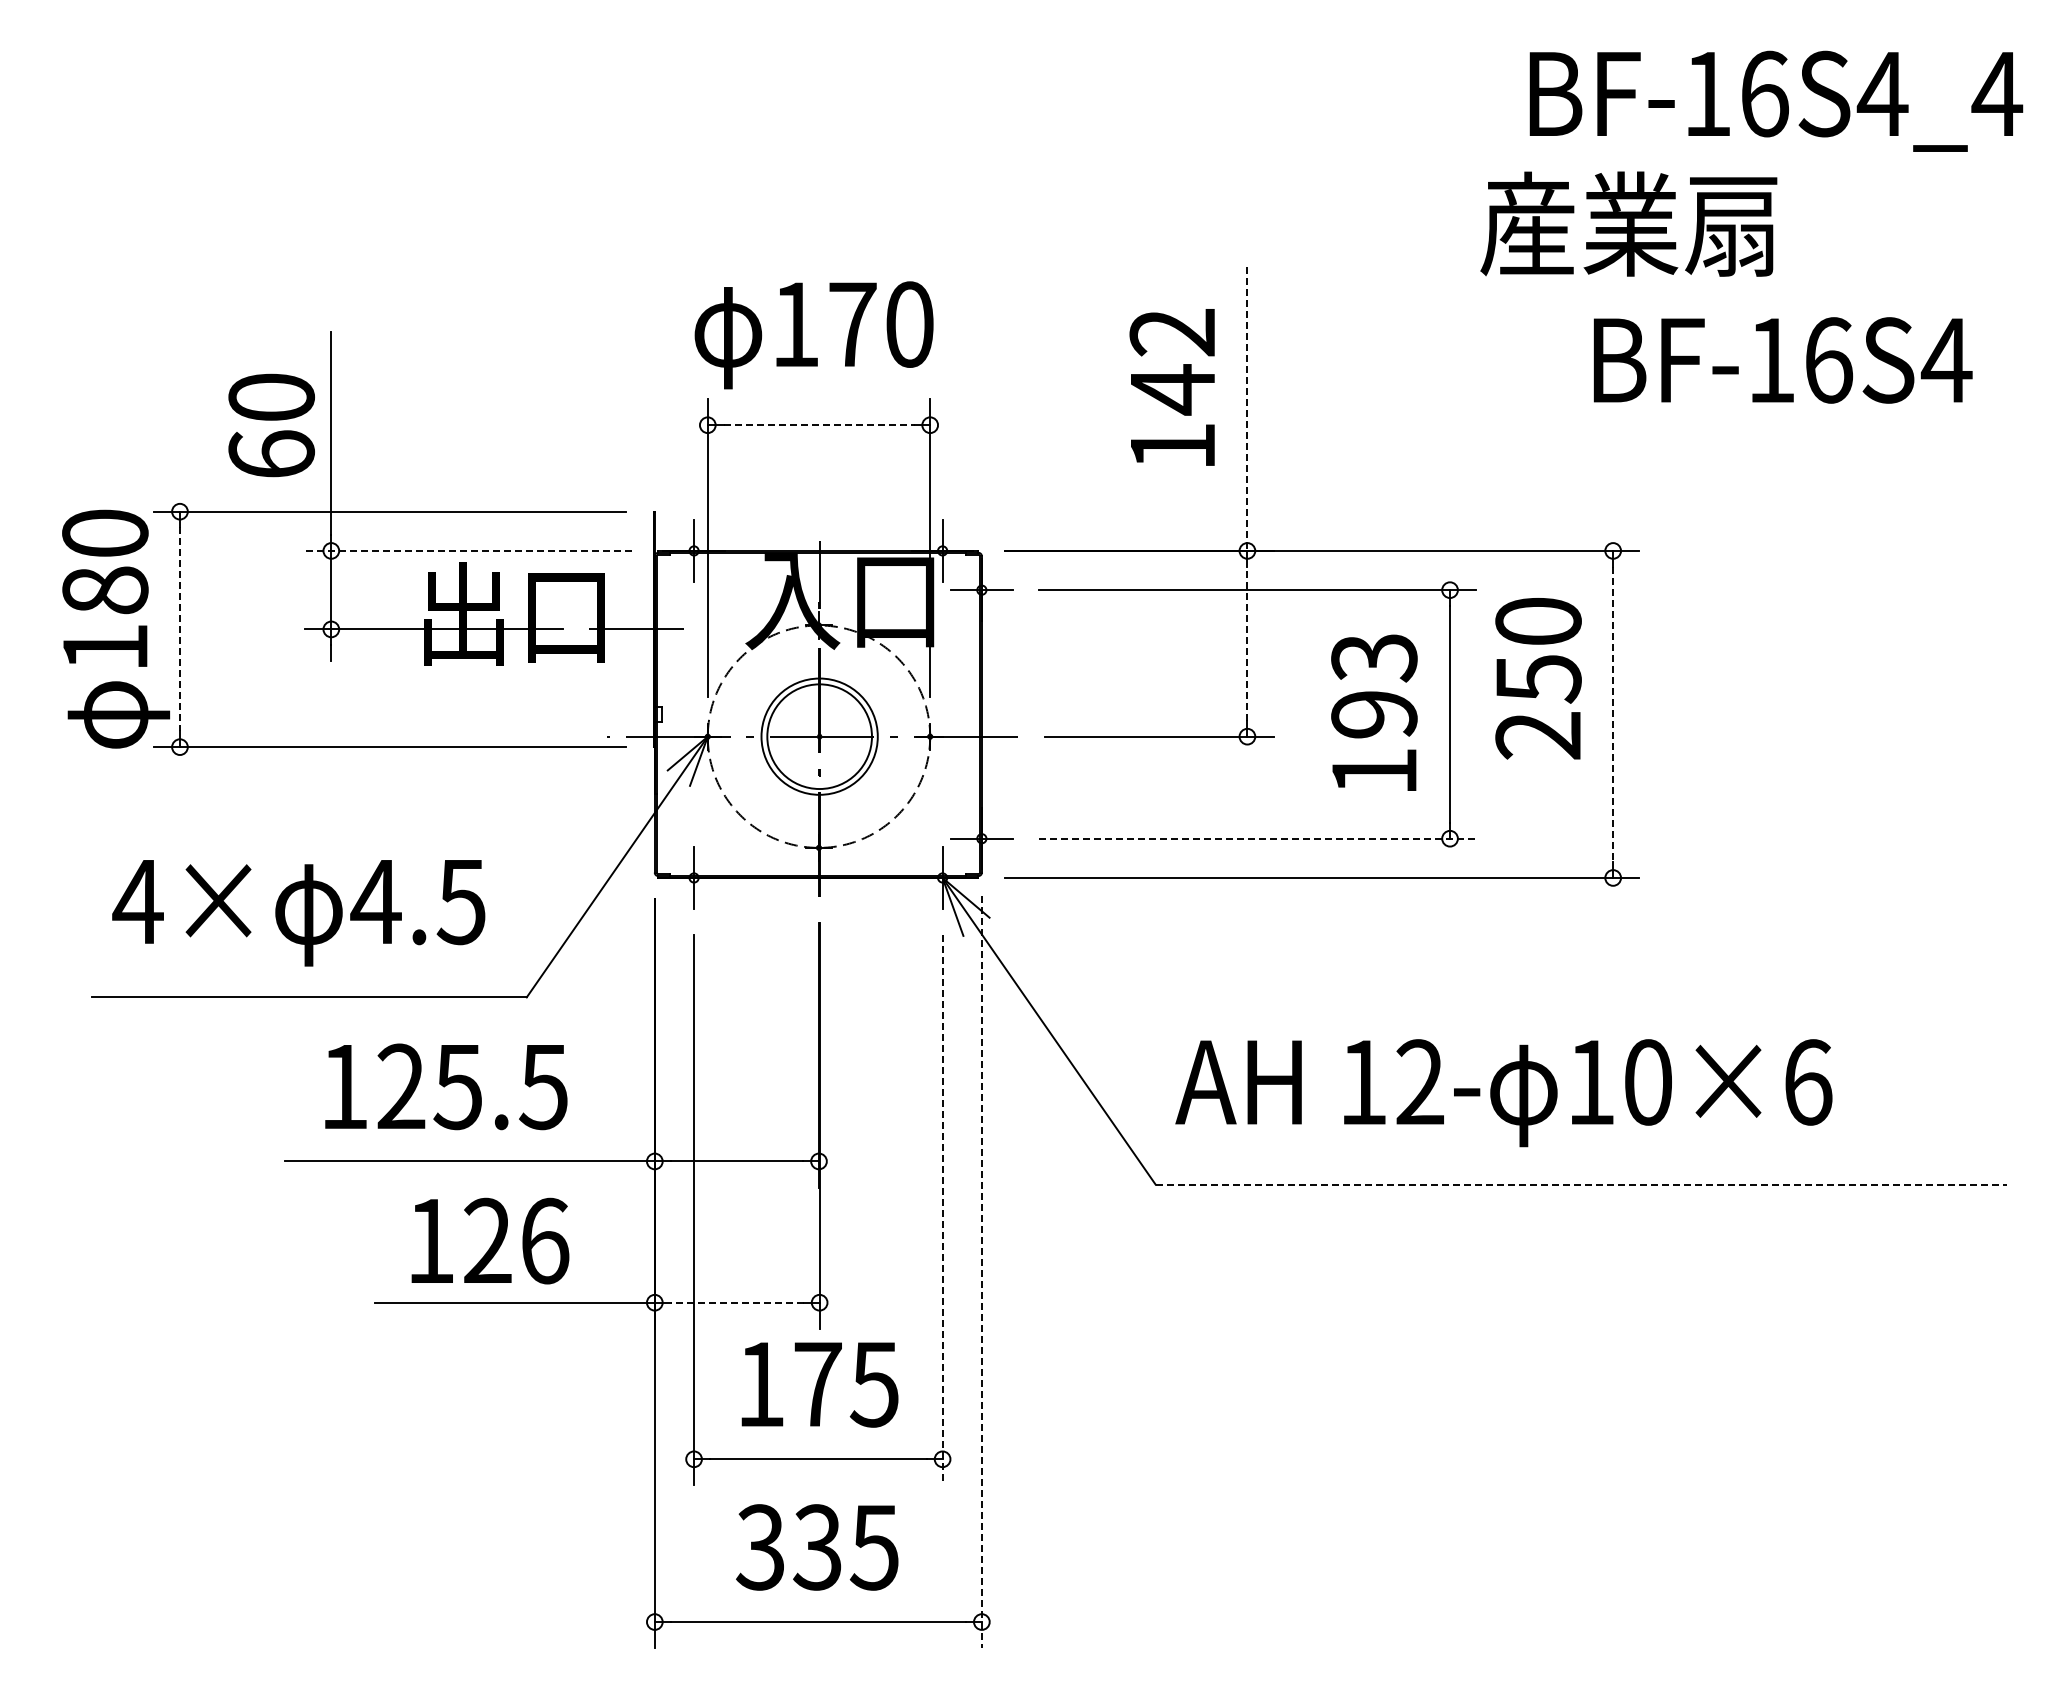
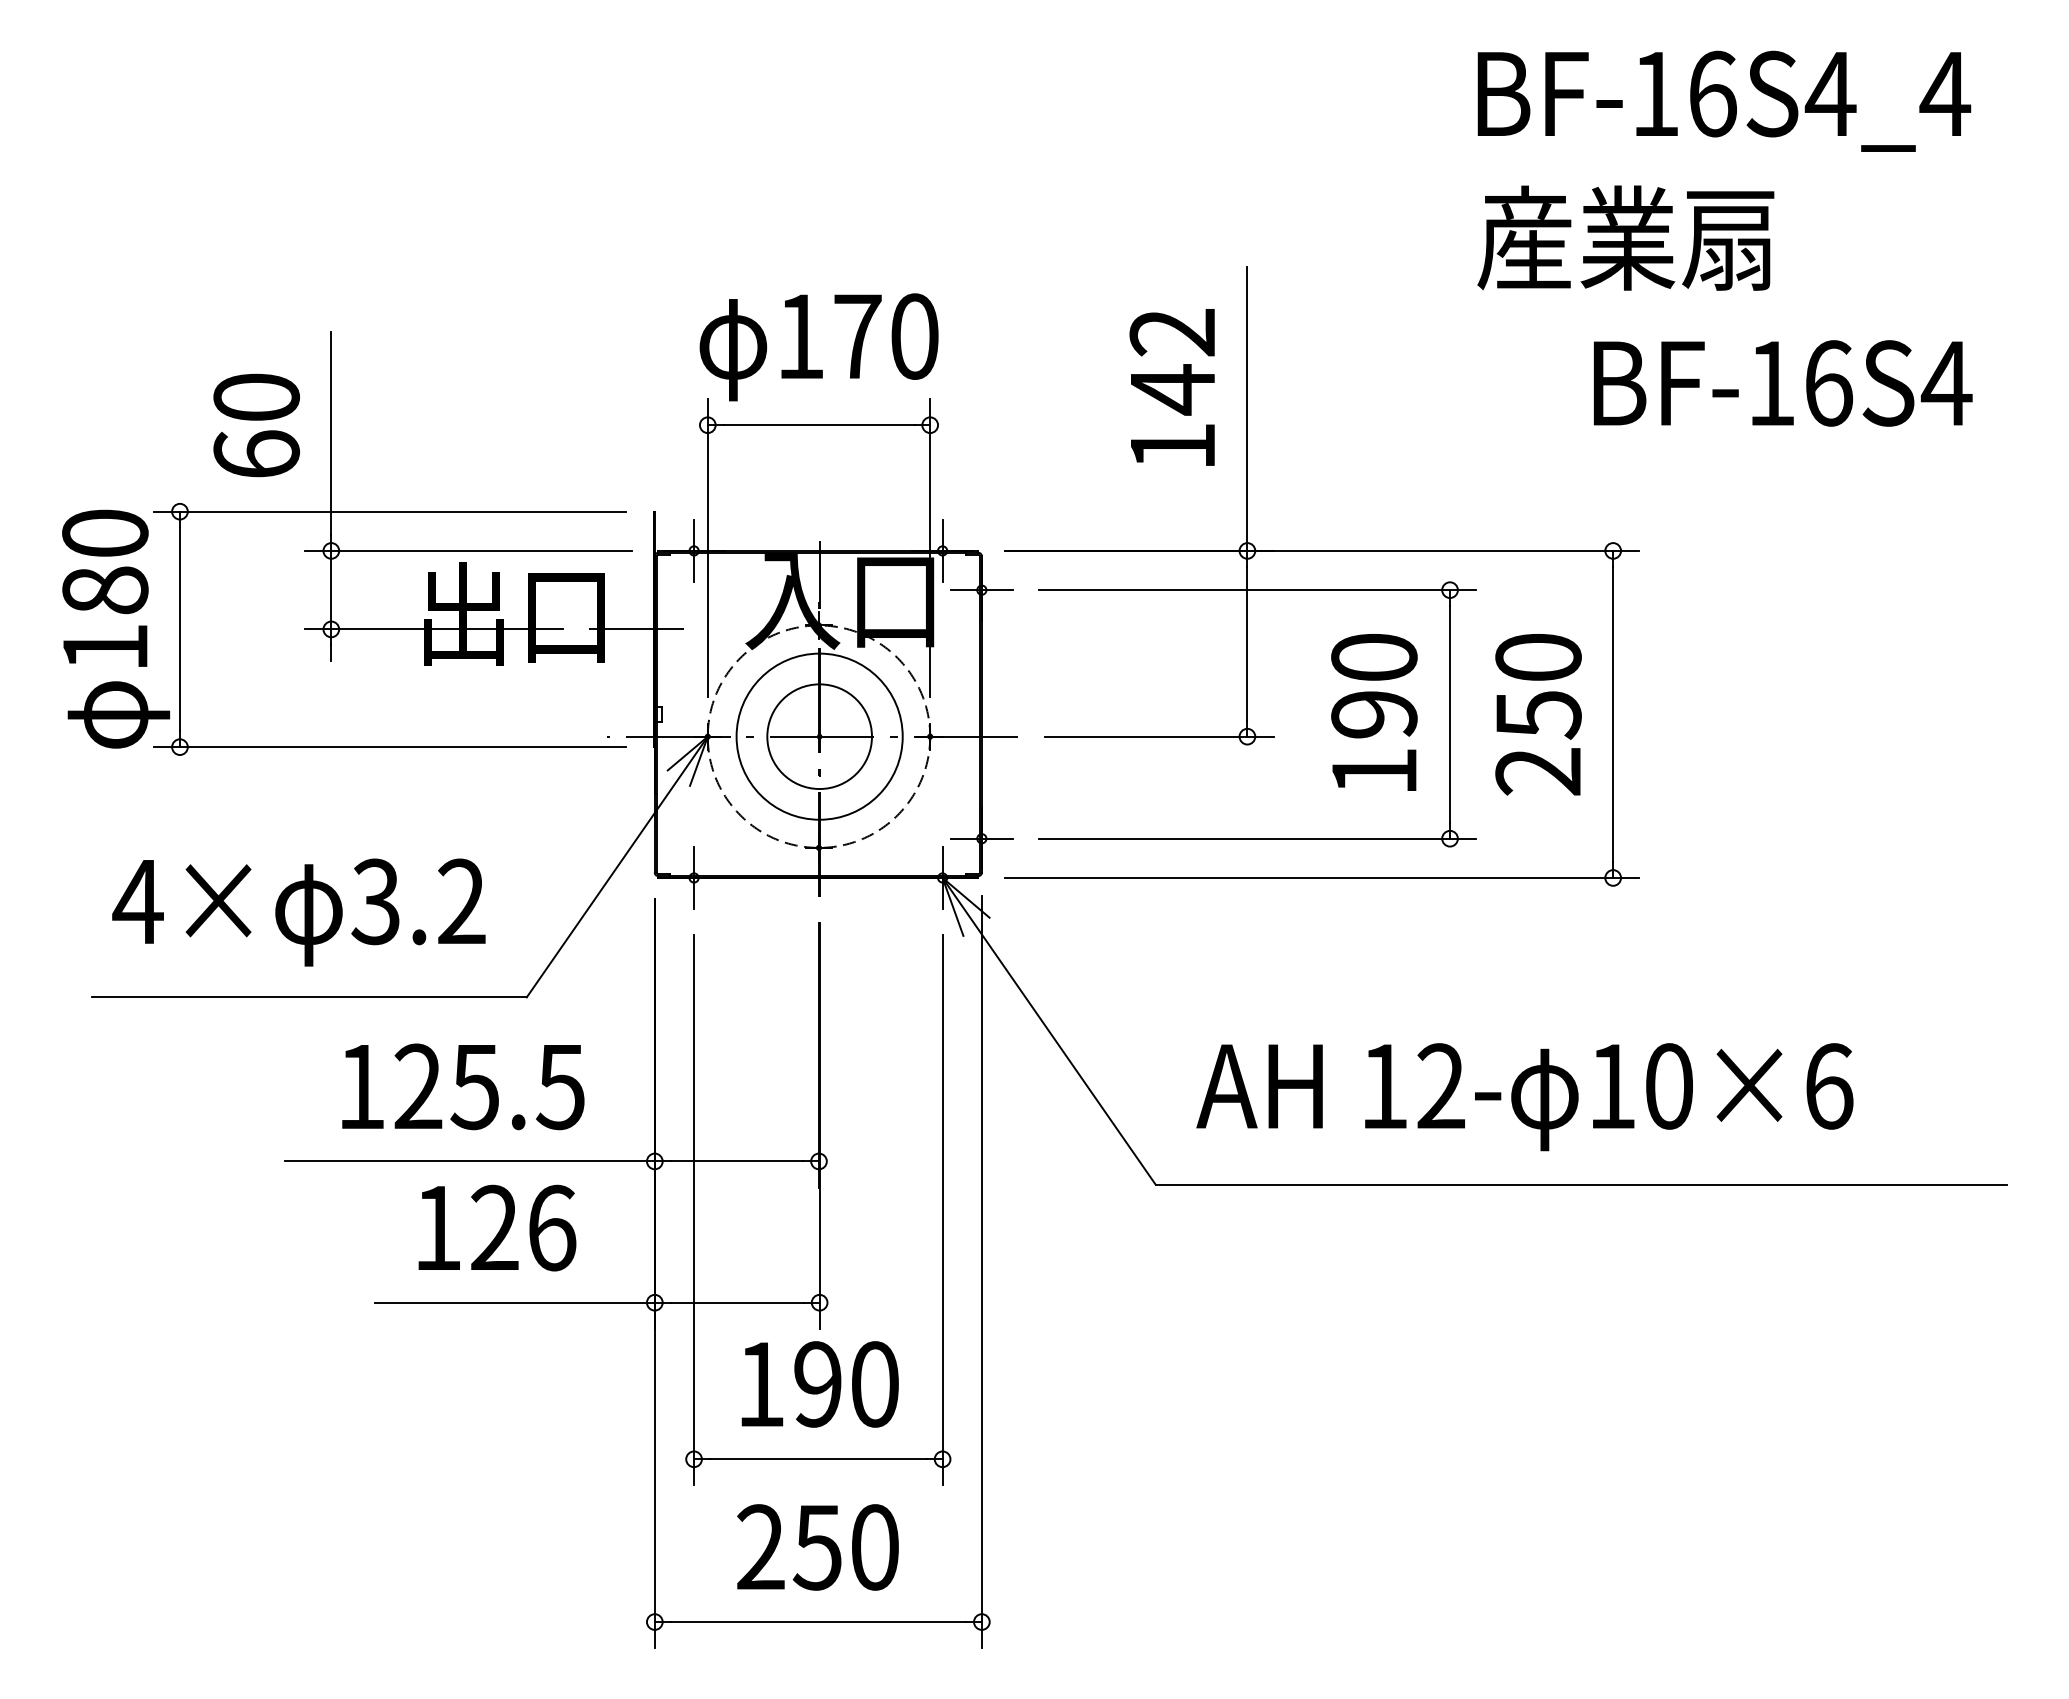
text at (1776, 100) position: (1776, 100) -> (1724, 100)
text at (1628, 223) position: (1628, 223) -> (1625, 237)
text at (813, 335) position: (813, 335) -> (818, 347)
text at (1782, 360) position: (1782, 360) -> (1782, 383)
line at (1247, 408): dashed -> solid
text at (271, 425) position: (271, 425) -> (256, 425)
line at (819, 425): dashed -> solid
line at (468, 550): dashed -> solid
line at (179, 629): dashed -> solid
line at (1247, 643): dashed -> solid
text at (1374, 658): 193 -> 190
text at (1538, 678) position: (1538, 678) -> (1538, 714)
line at (1613, 714): dashed -> solid
circle at (819, 736) diameter: 116 px -> 166 px
line at (1257, 838): dashed -> solid
text at (417, 901): 4.5 -> 3.2
text at (446, 1086) position: (446, 1086) -> (463, 1086)
text at (1503, 1093) position: (1503, 1093) -> (1524, 1097)
line at (1581, 1184): dashed -> solid
line at (942, 1210): dashed -> solid
text at (490, 1240) position: (490, 1240) -> (497, 1227)
line at (981, 1272): dashed -> solid
line at (737, 1302): dashed -> solid
text at (846, 1384): 175 -> 190
text at (817, 1547): 335 -> 250
